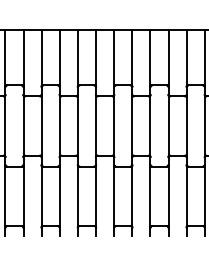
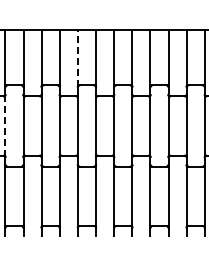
line at (77, 58): solid -> dashed
line at (5, 126): solid -> dashed
